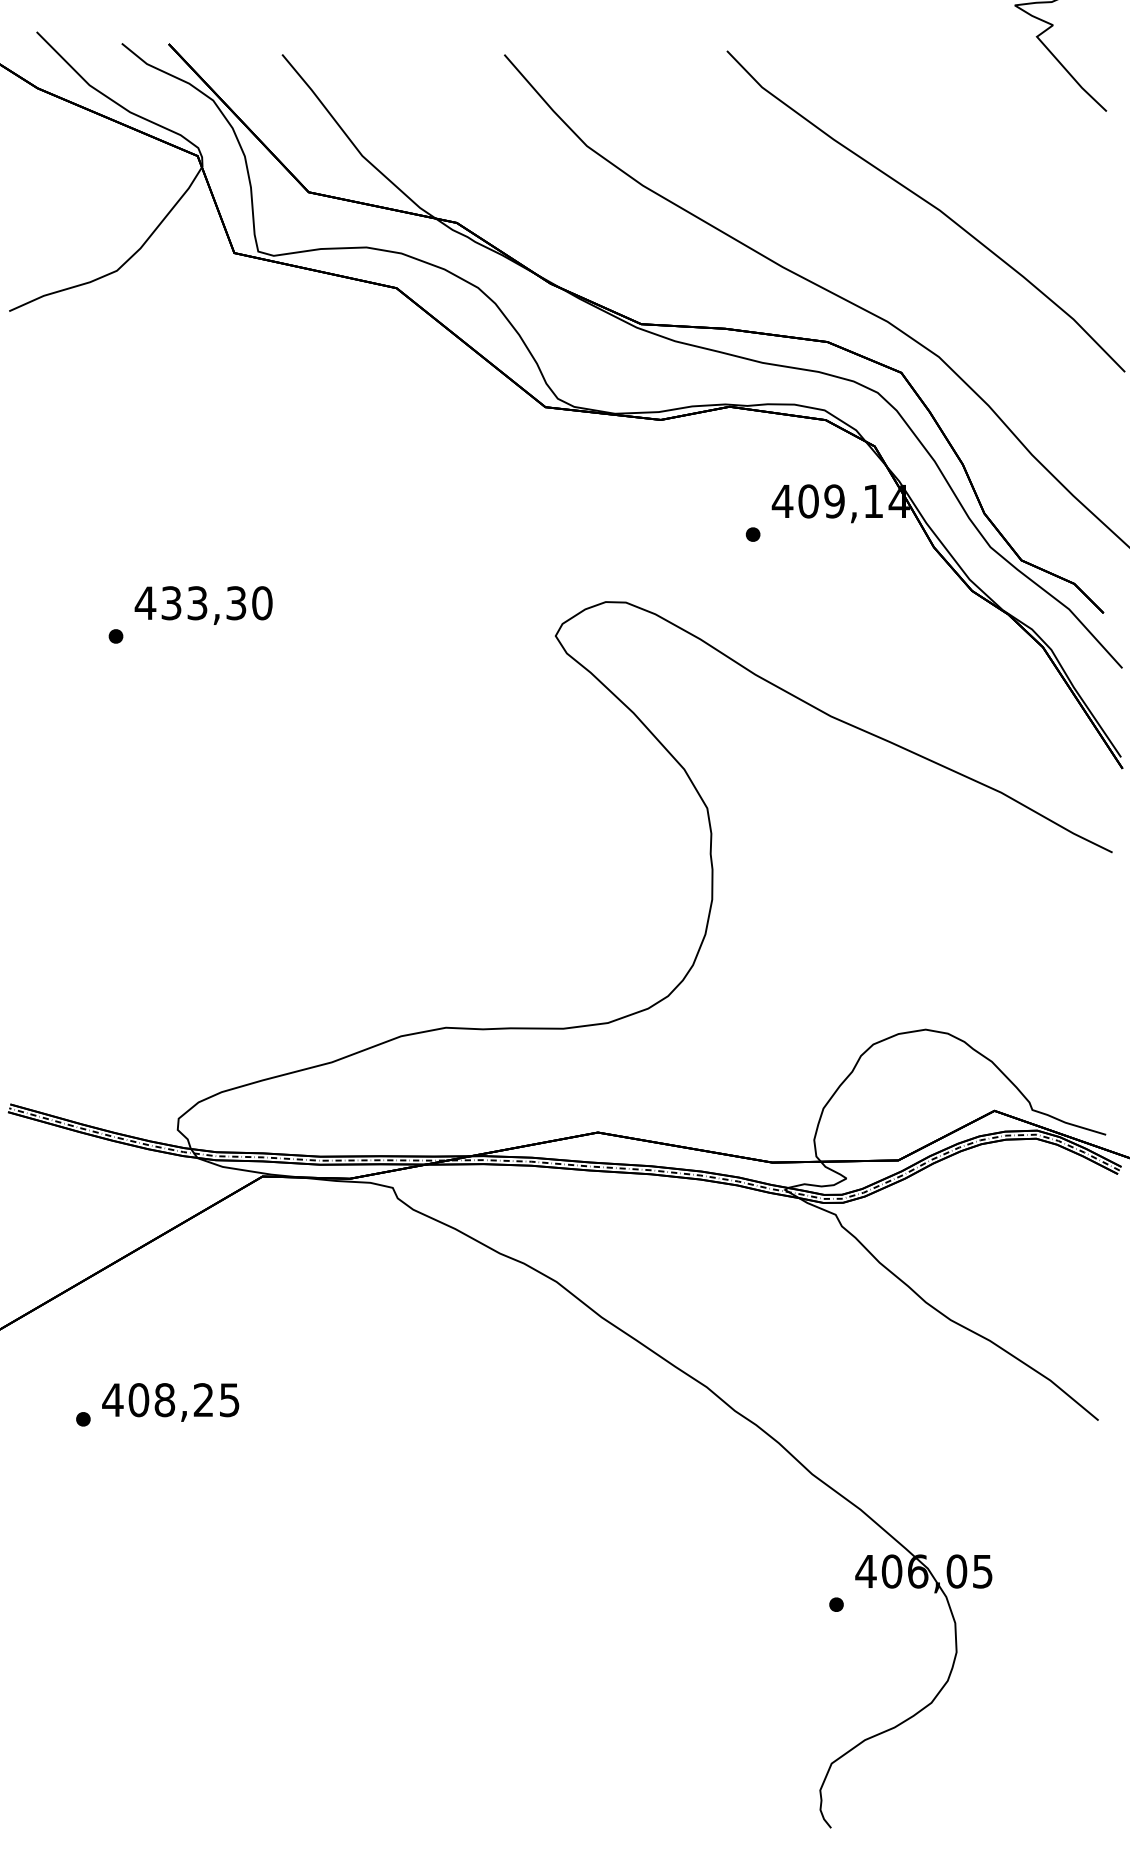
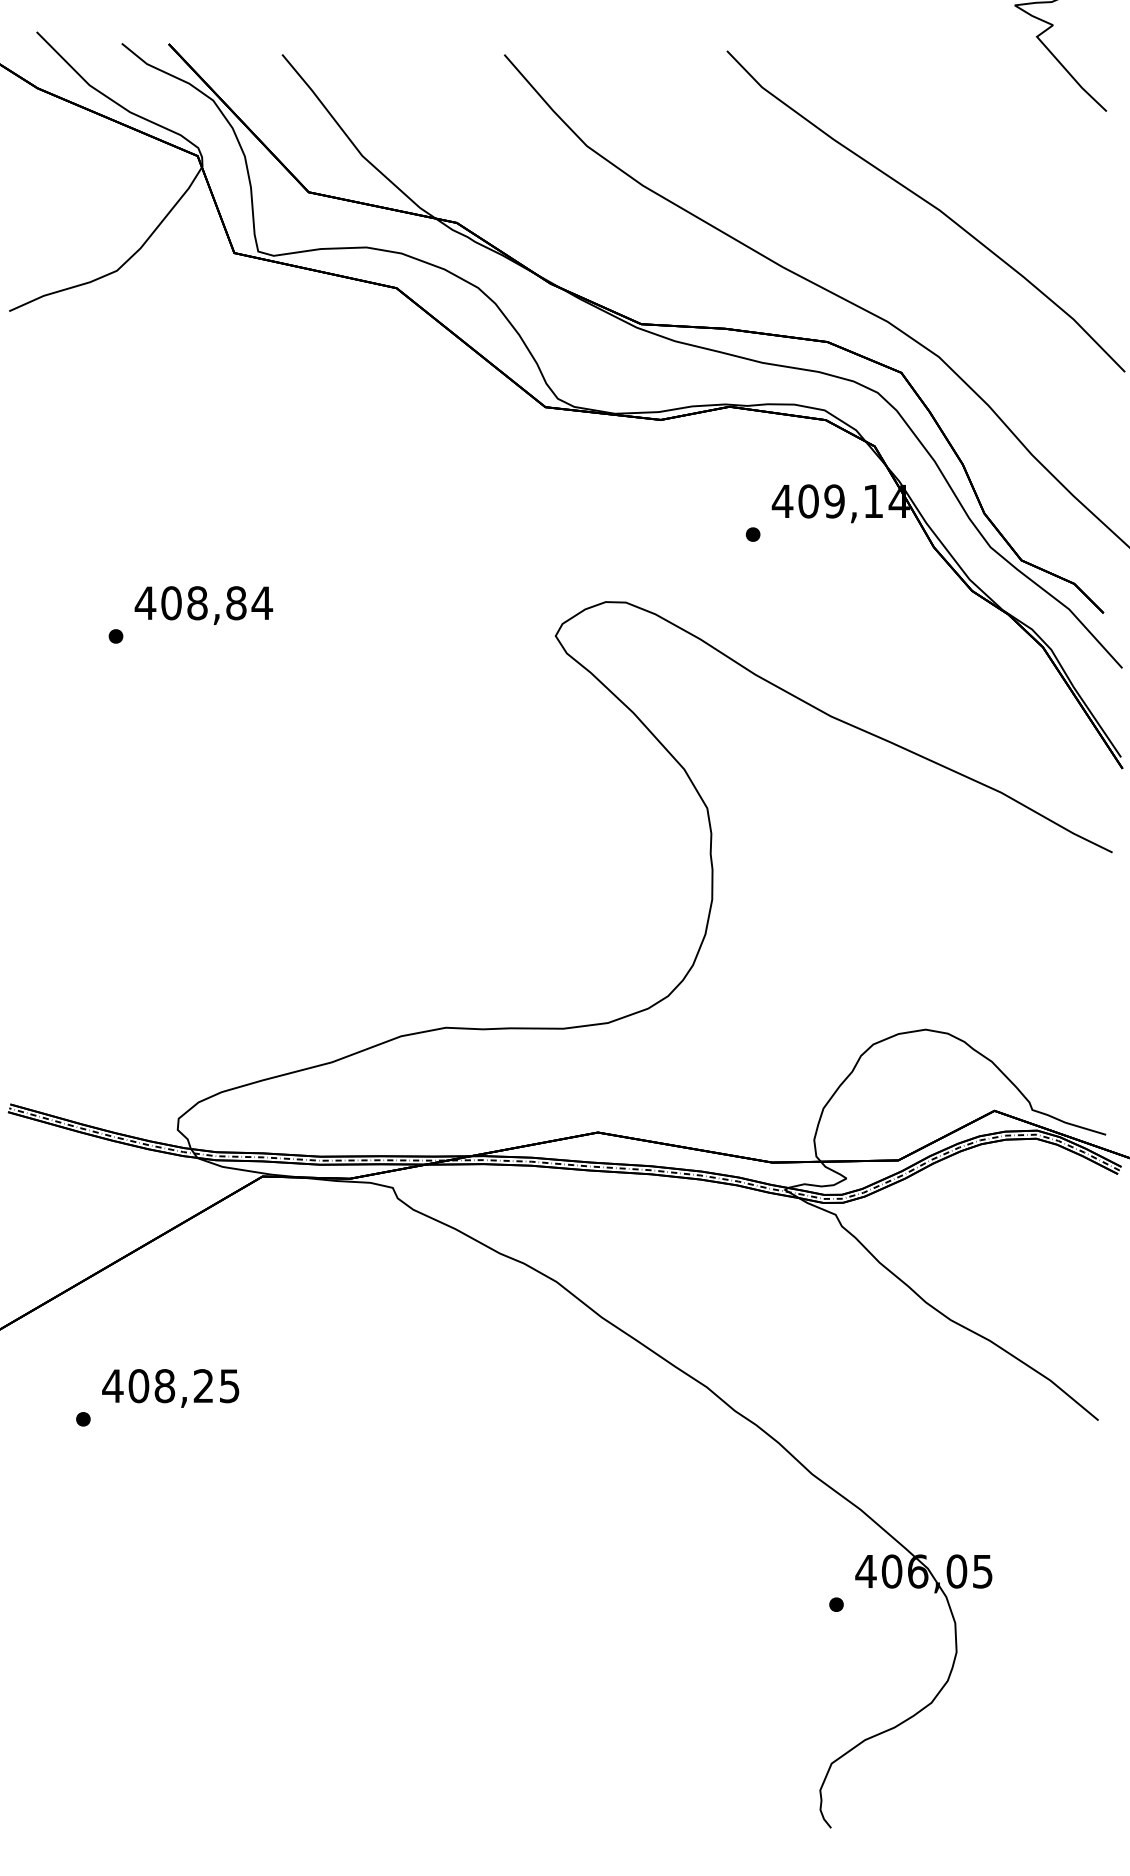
text at (217, 603): 433,30 -> 408,84
text at (170, 1402) position: (170, 1402) -> (170, 1388)
